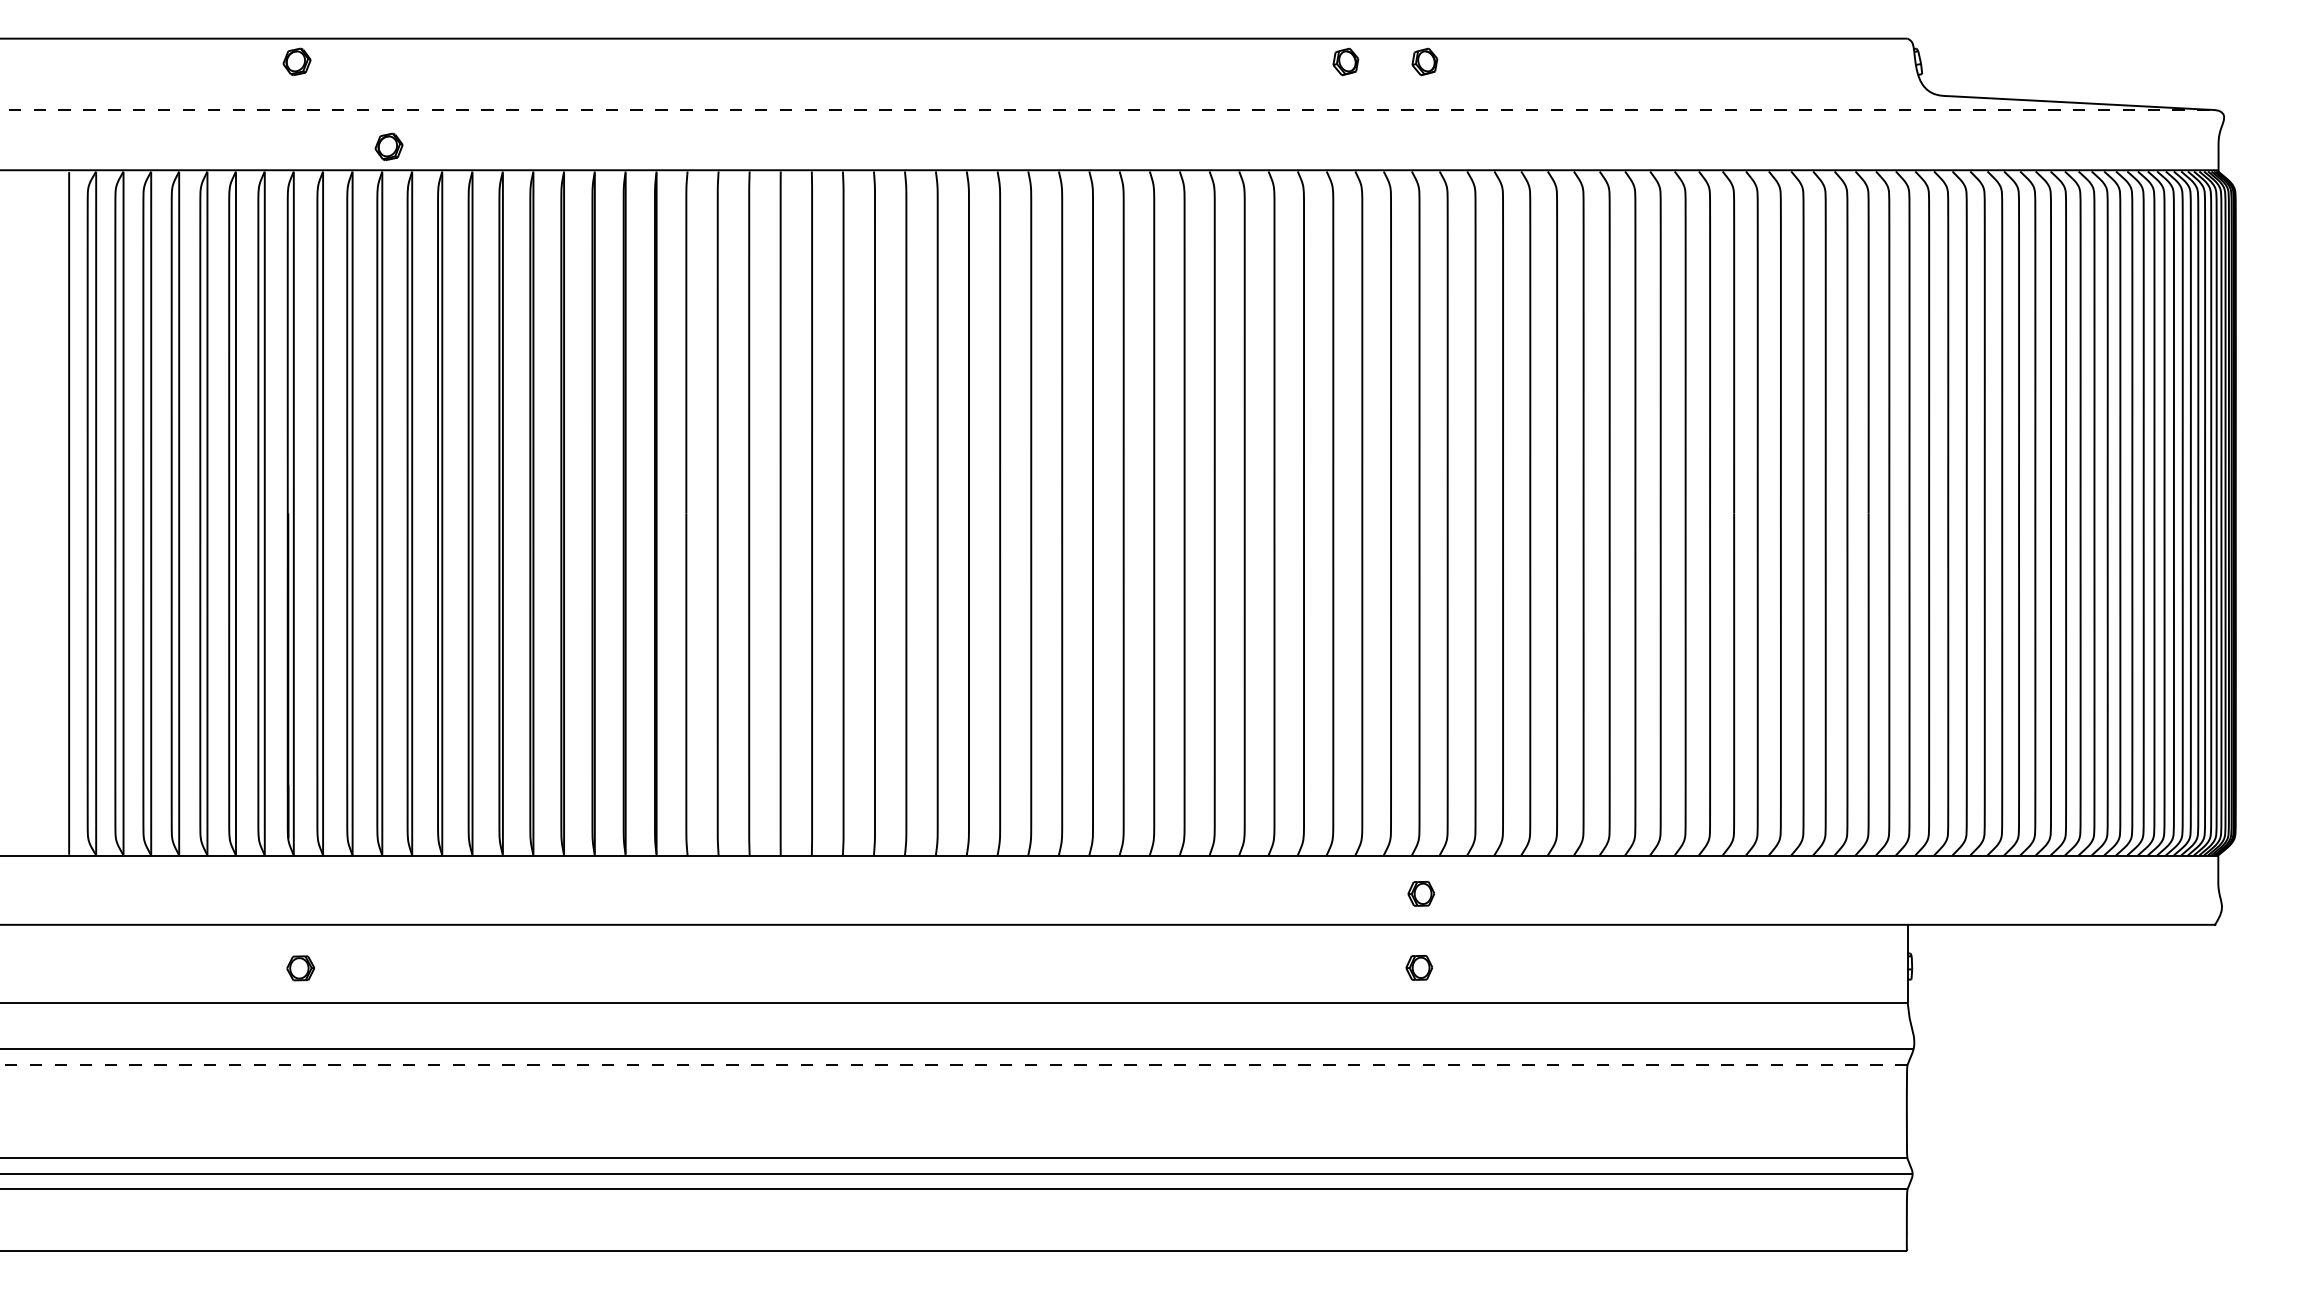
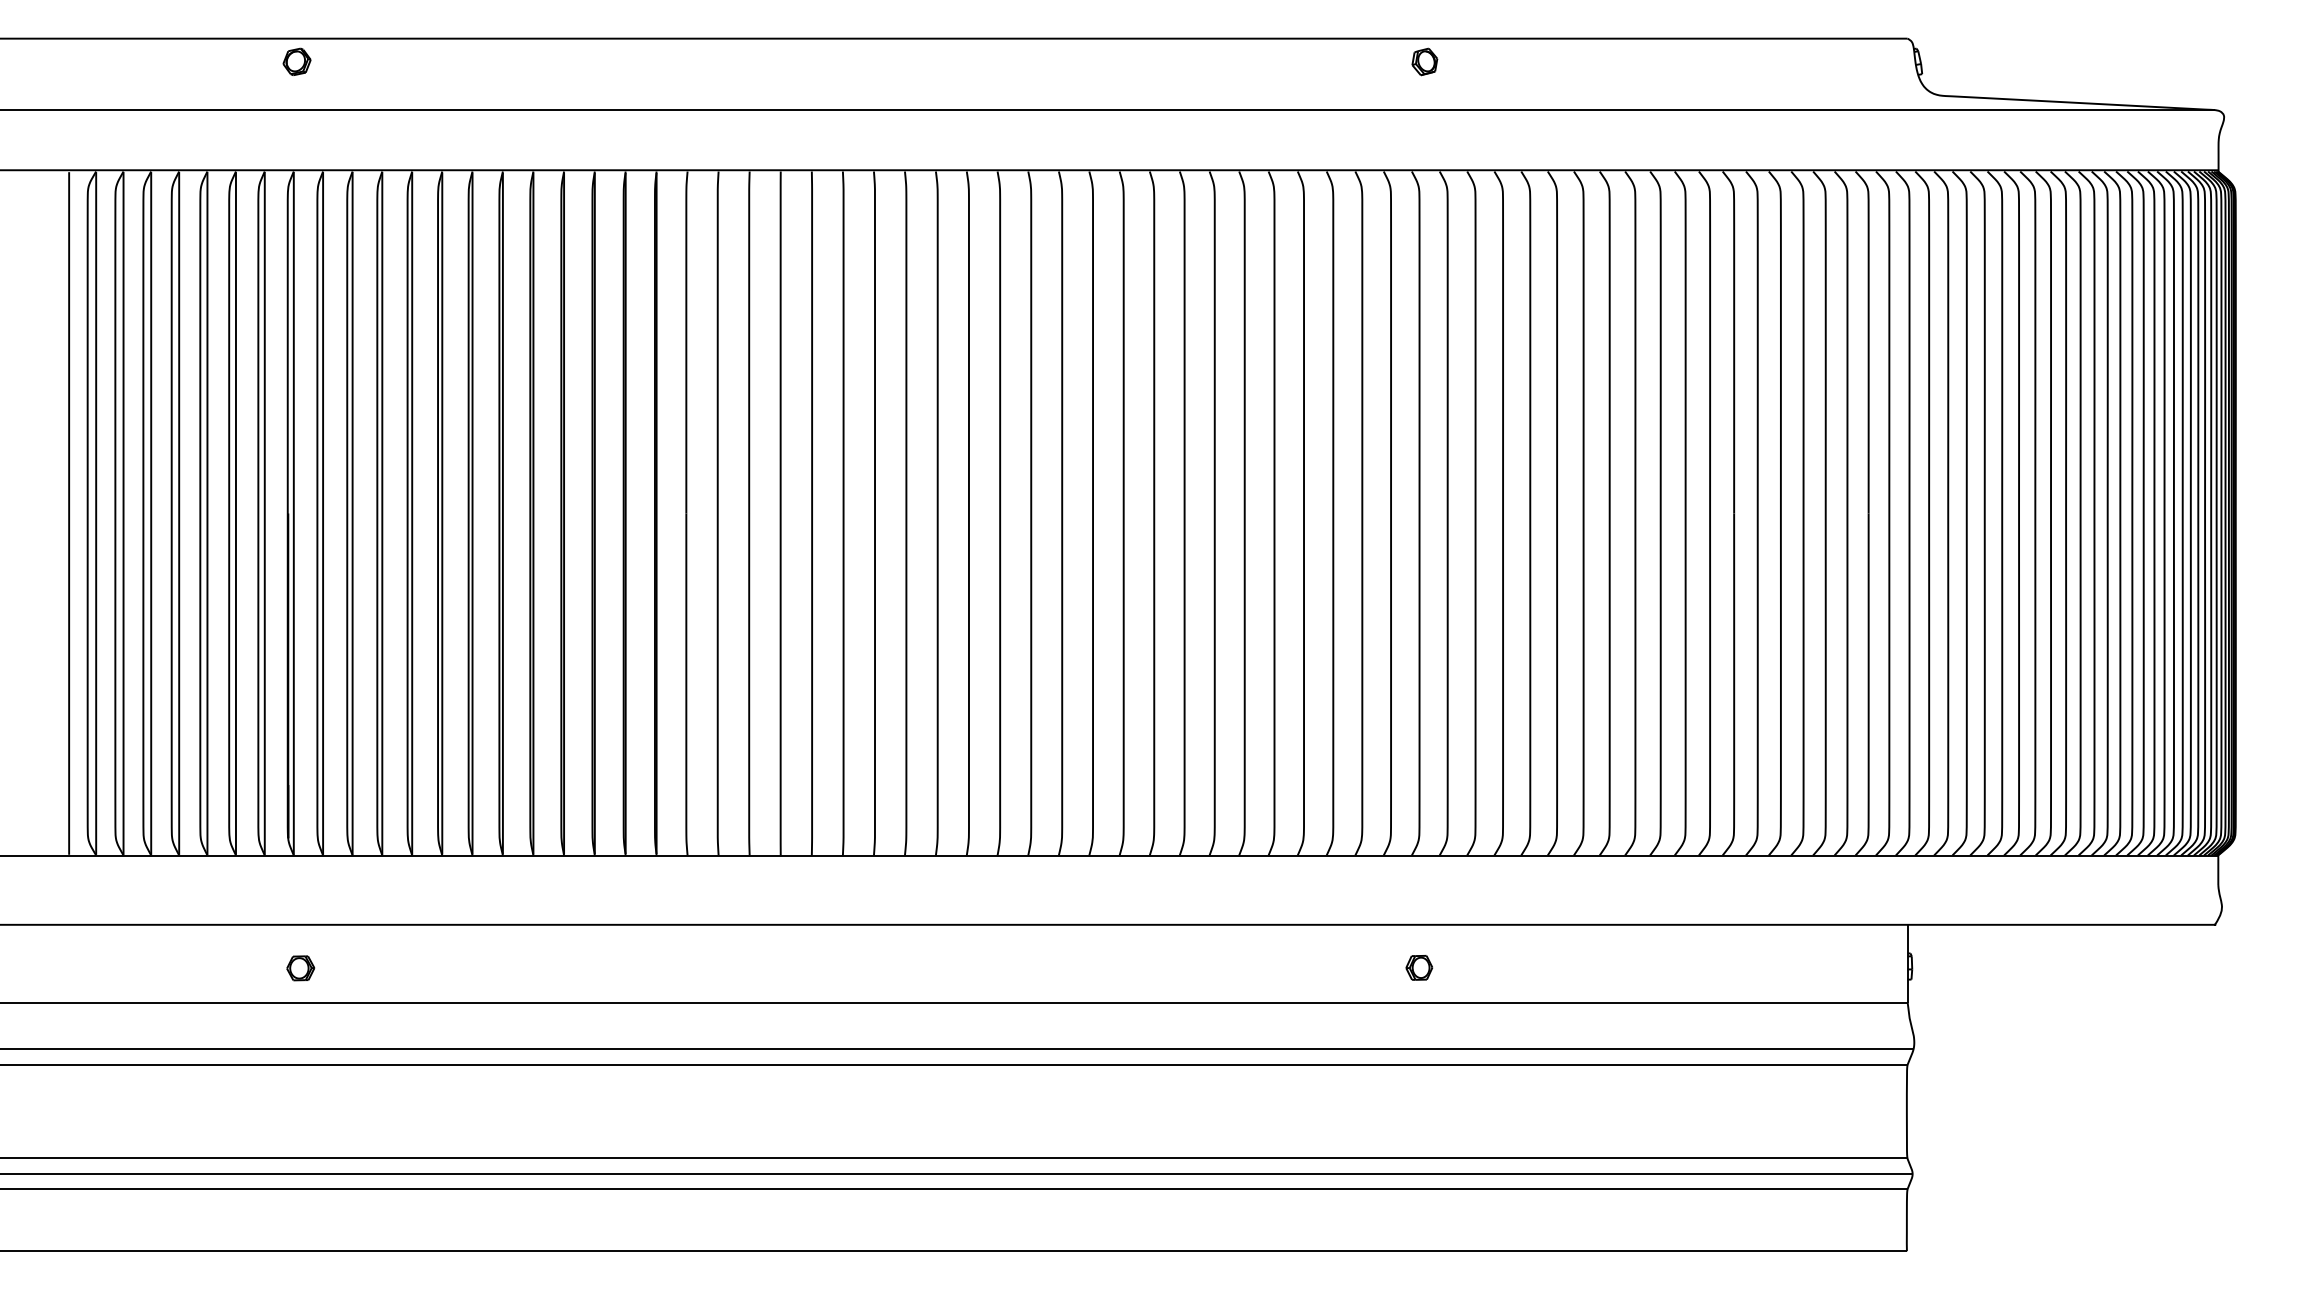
part at (1345, 61): present -> none
line at (1108, 110): dashed -> solid
part at (388, 146): present -> none
part at (1421, 893): present -> none
line at (953, 1065): dashed -> solid
